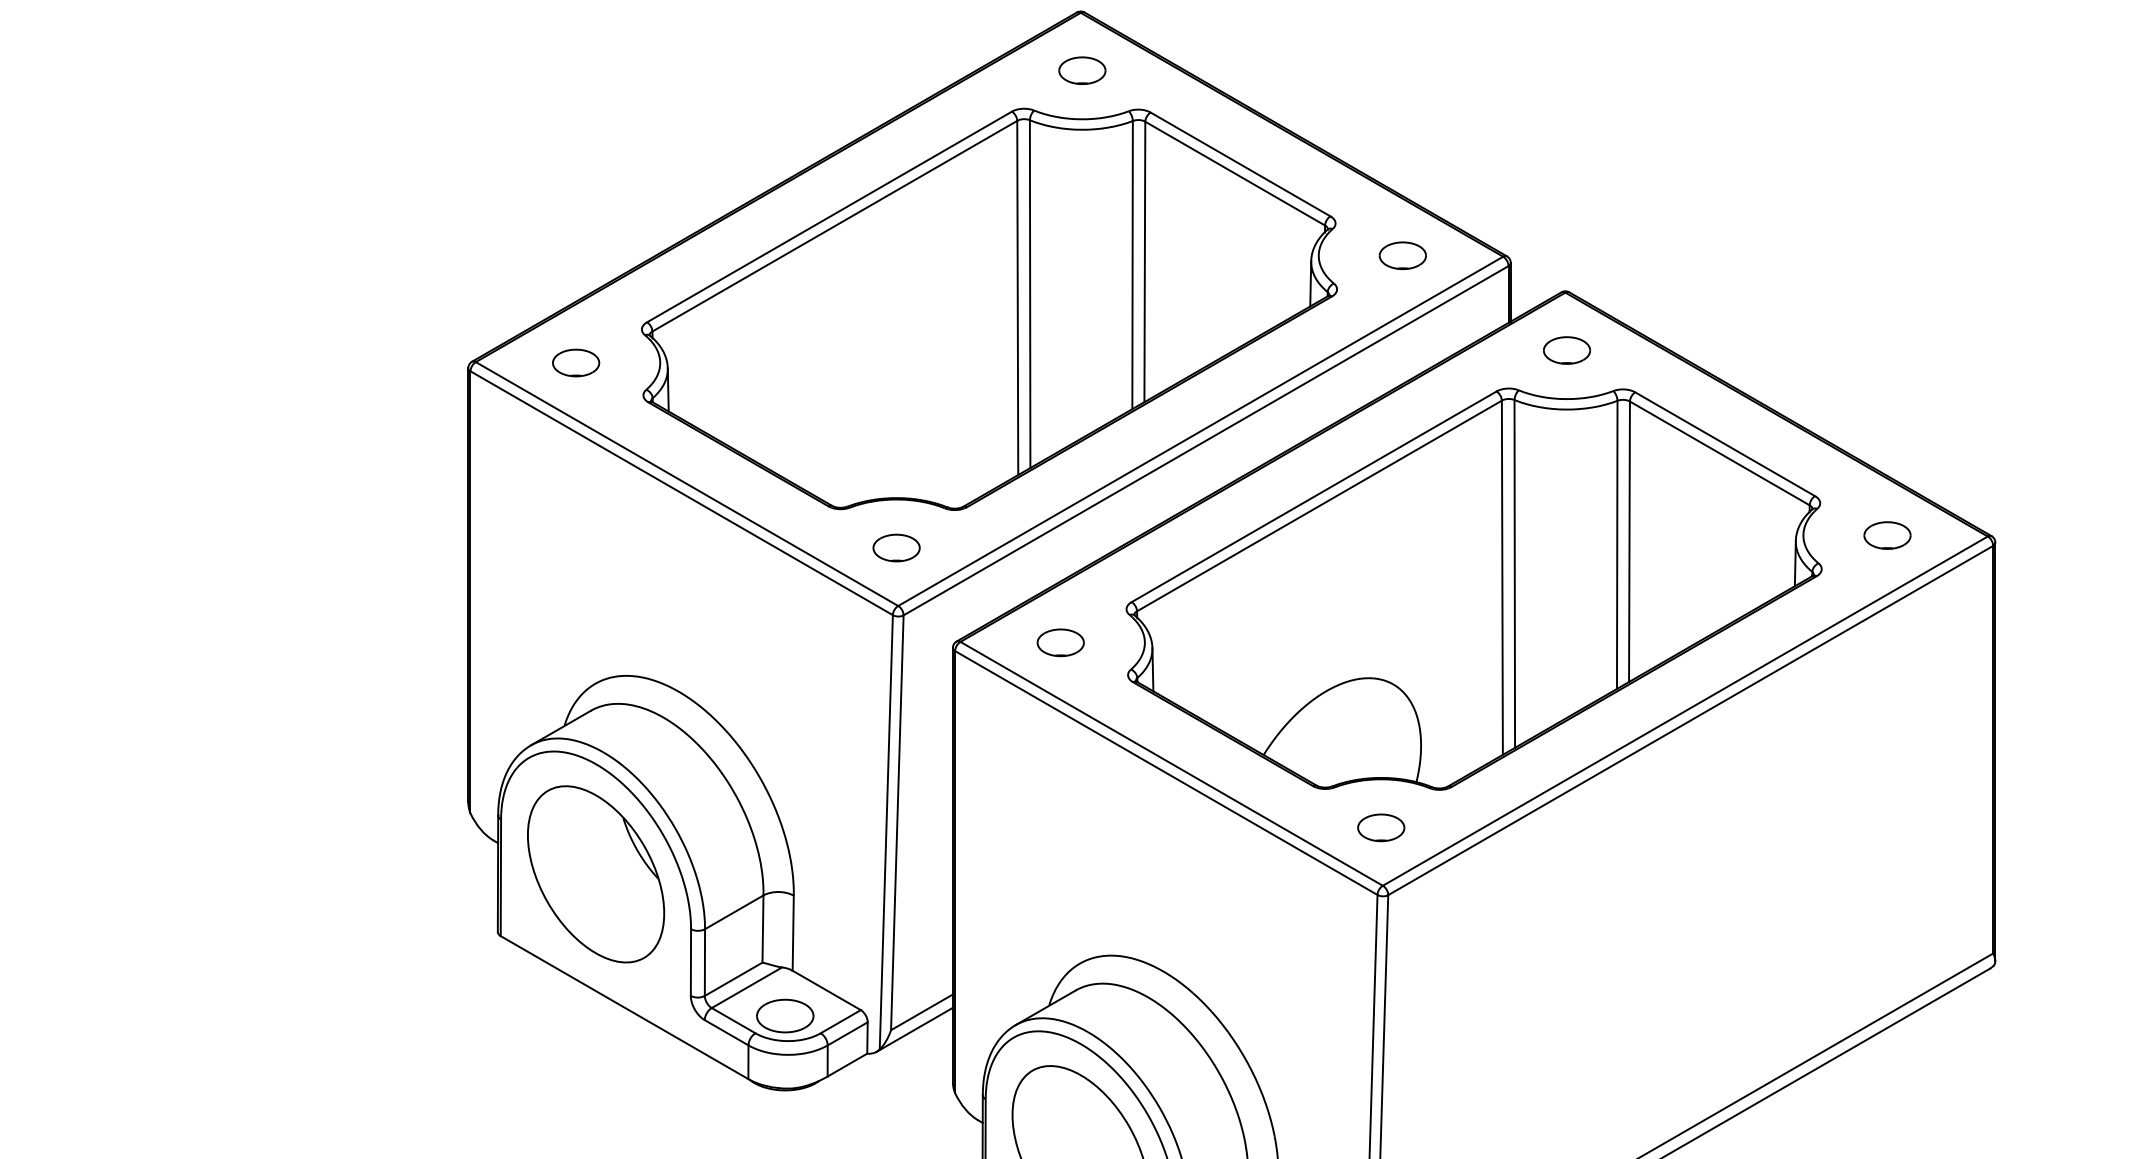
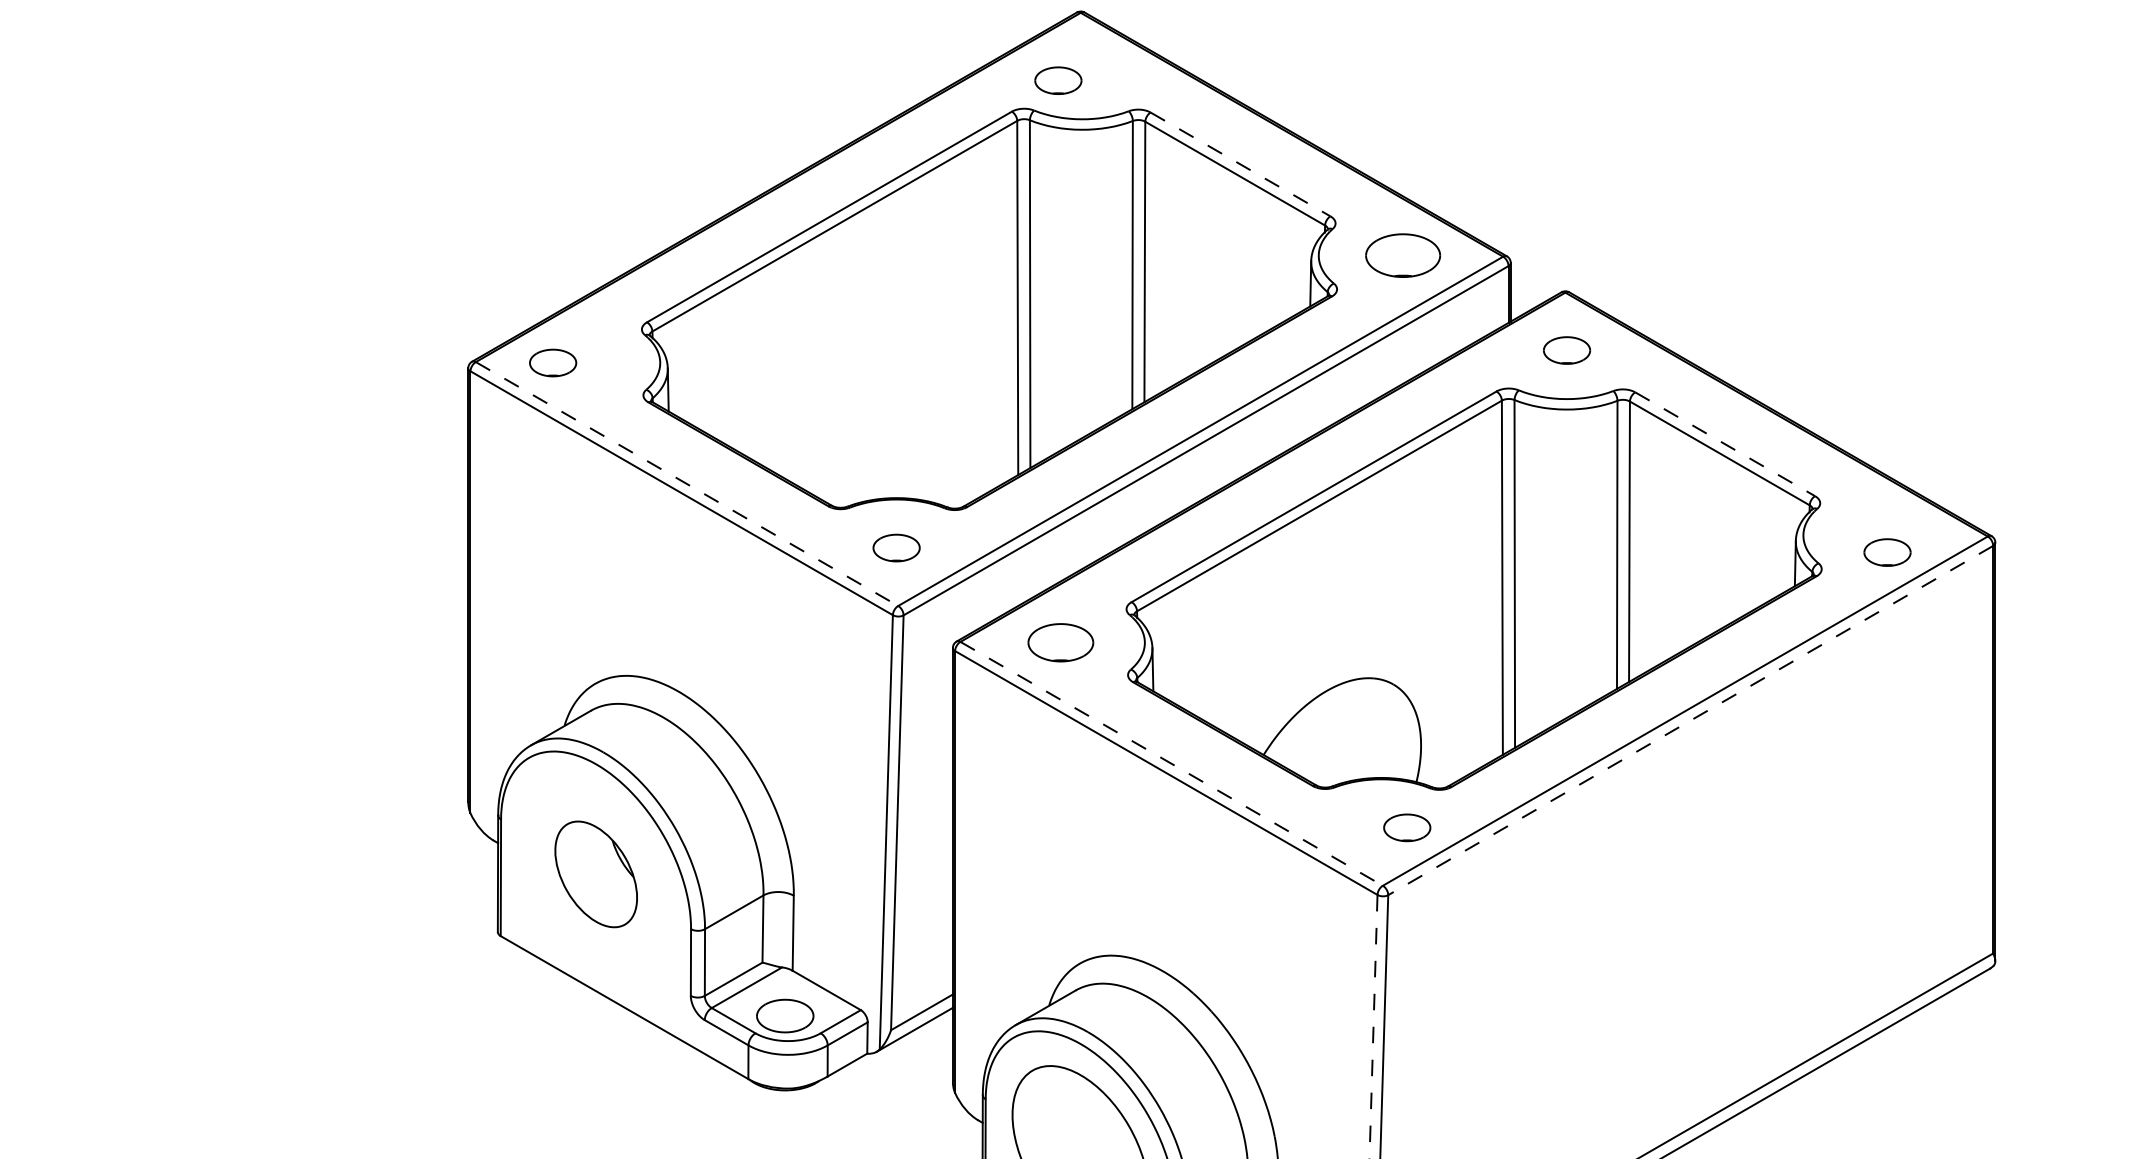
part at (1082, 70) position: (1082, 70) -> (1058, 80)
line at (1240, 164): solid -> dashed
part at (1402, 255) size: 49x30 px -> 77x45 px
part at (576, 362) position: (576, 362) -> (553, 362)
line at (1725, 444): solid -> dashed
line at (687, 484): solid -> dashed
part at (1887, 535) position: (1887, 535) -> (1887, 552)
part at (1060, 642) size: 49x30 px -> 68x40 px
line at (1690, 720): solid -> dashed
line at (1171, 763): solid -> dashed
part at (1381, 827) position: (1381, 827) -> (1407, 827)
part at (596, 874) size: 139x179 px -> 84x109 px
line at (1373, 1026): solid -> dashed
